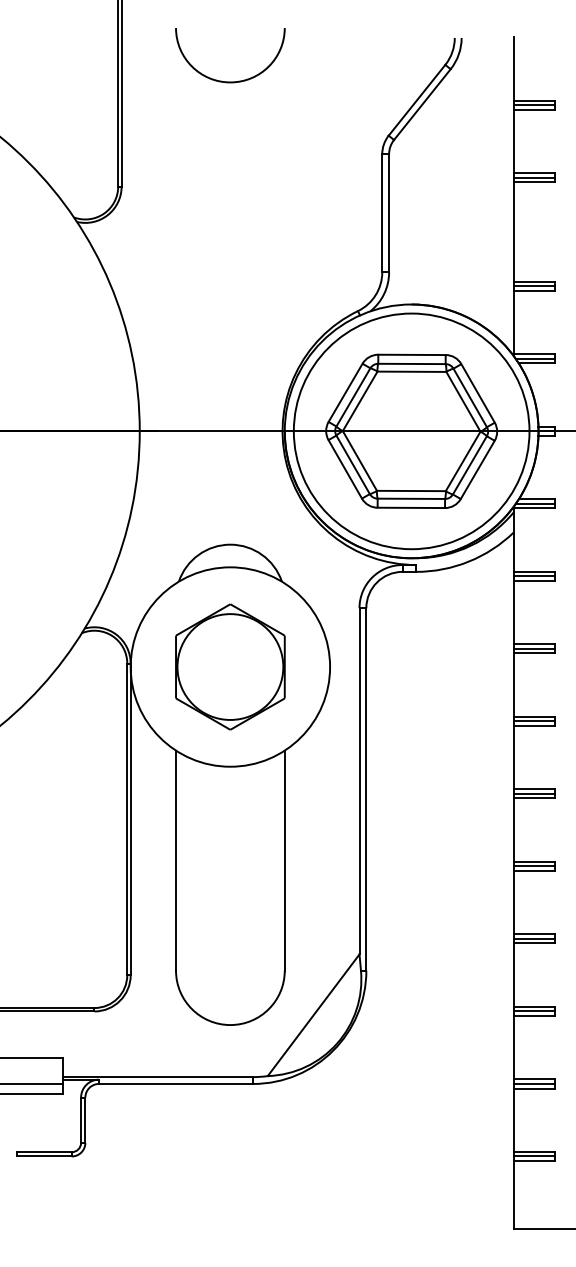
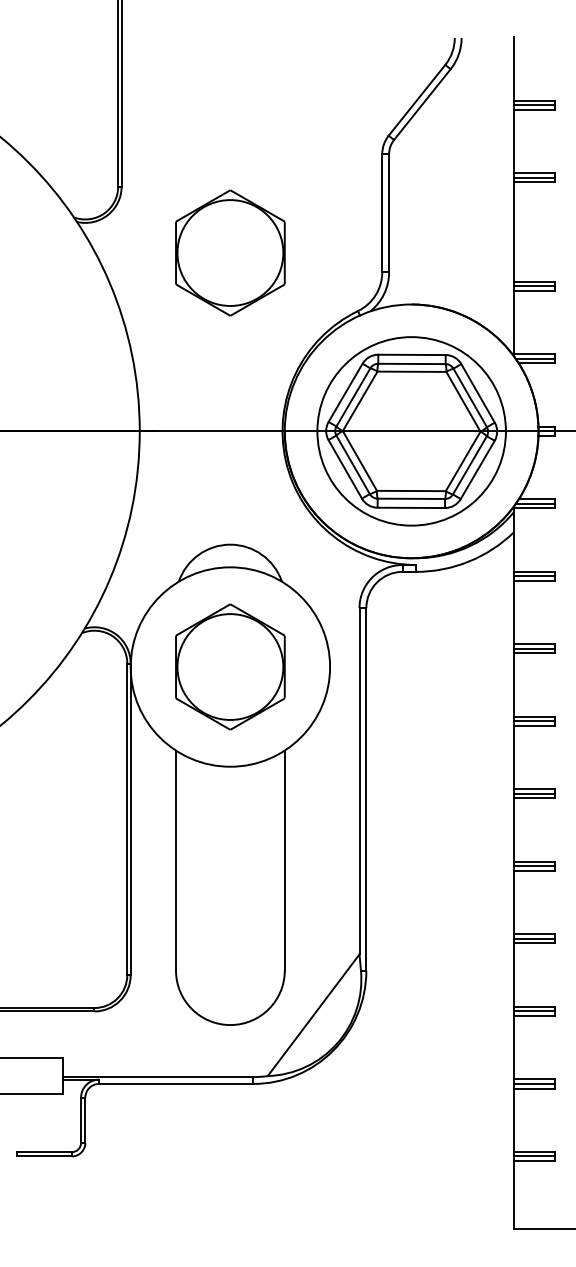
arc at (230, 81): present -> none
part at (230, 252): none -> present
circle at (411, 431) diameter: 236 px -> 189 px
line at (32, 1083): present -> none
